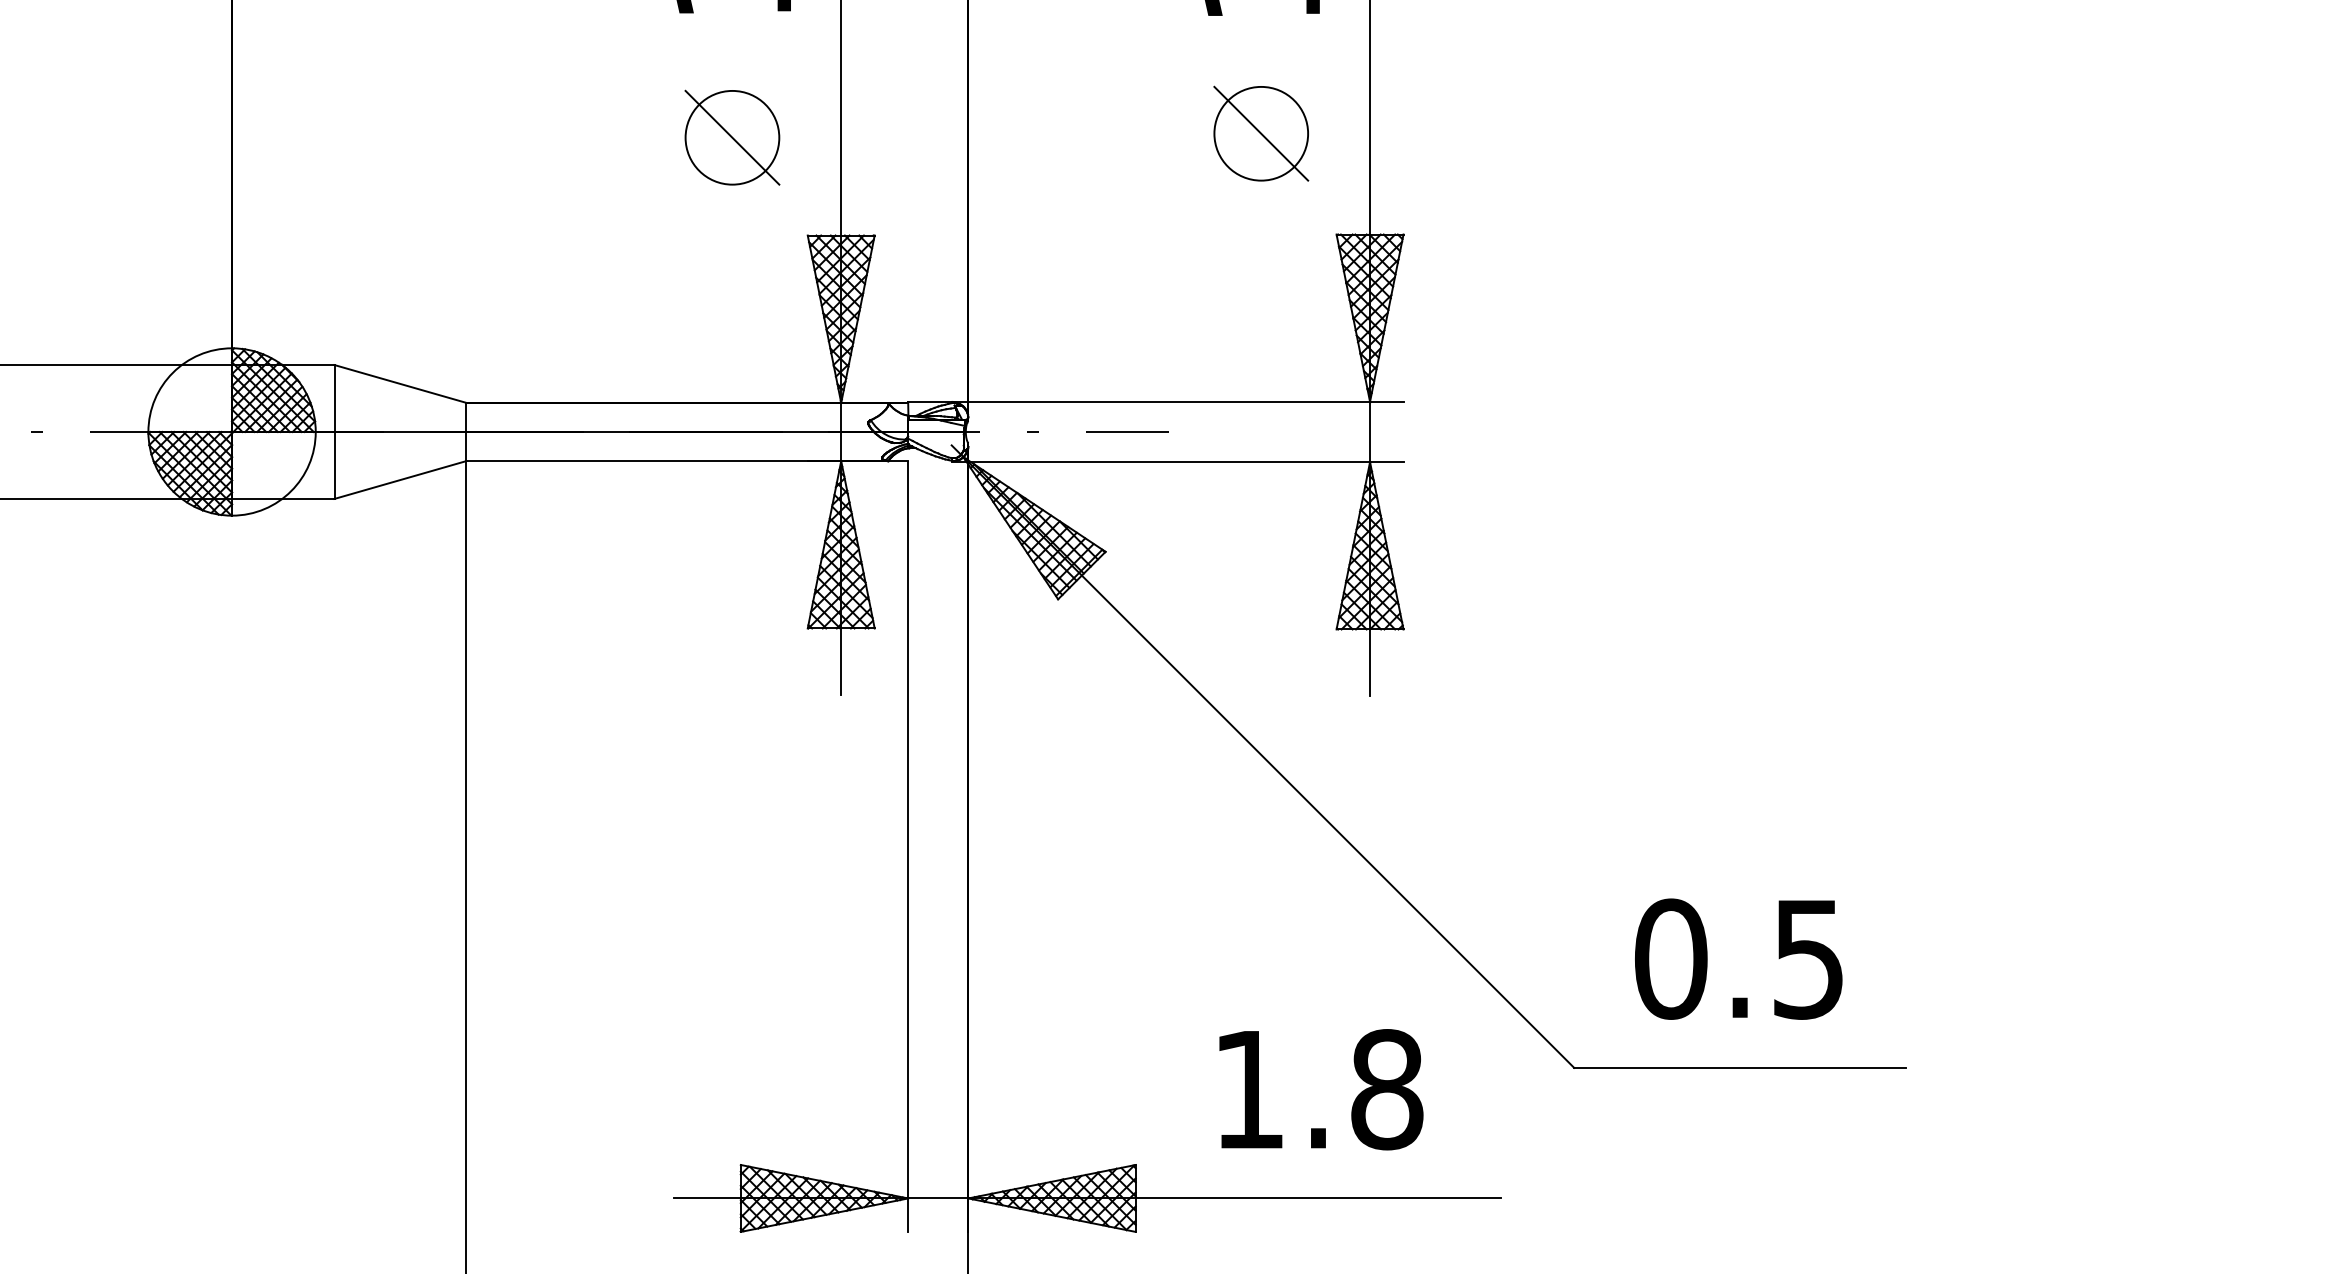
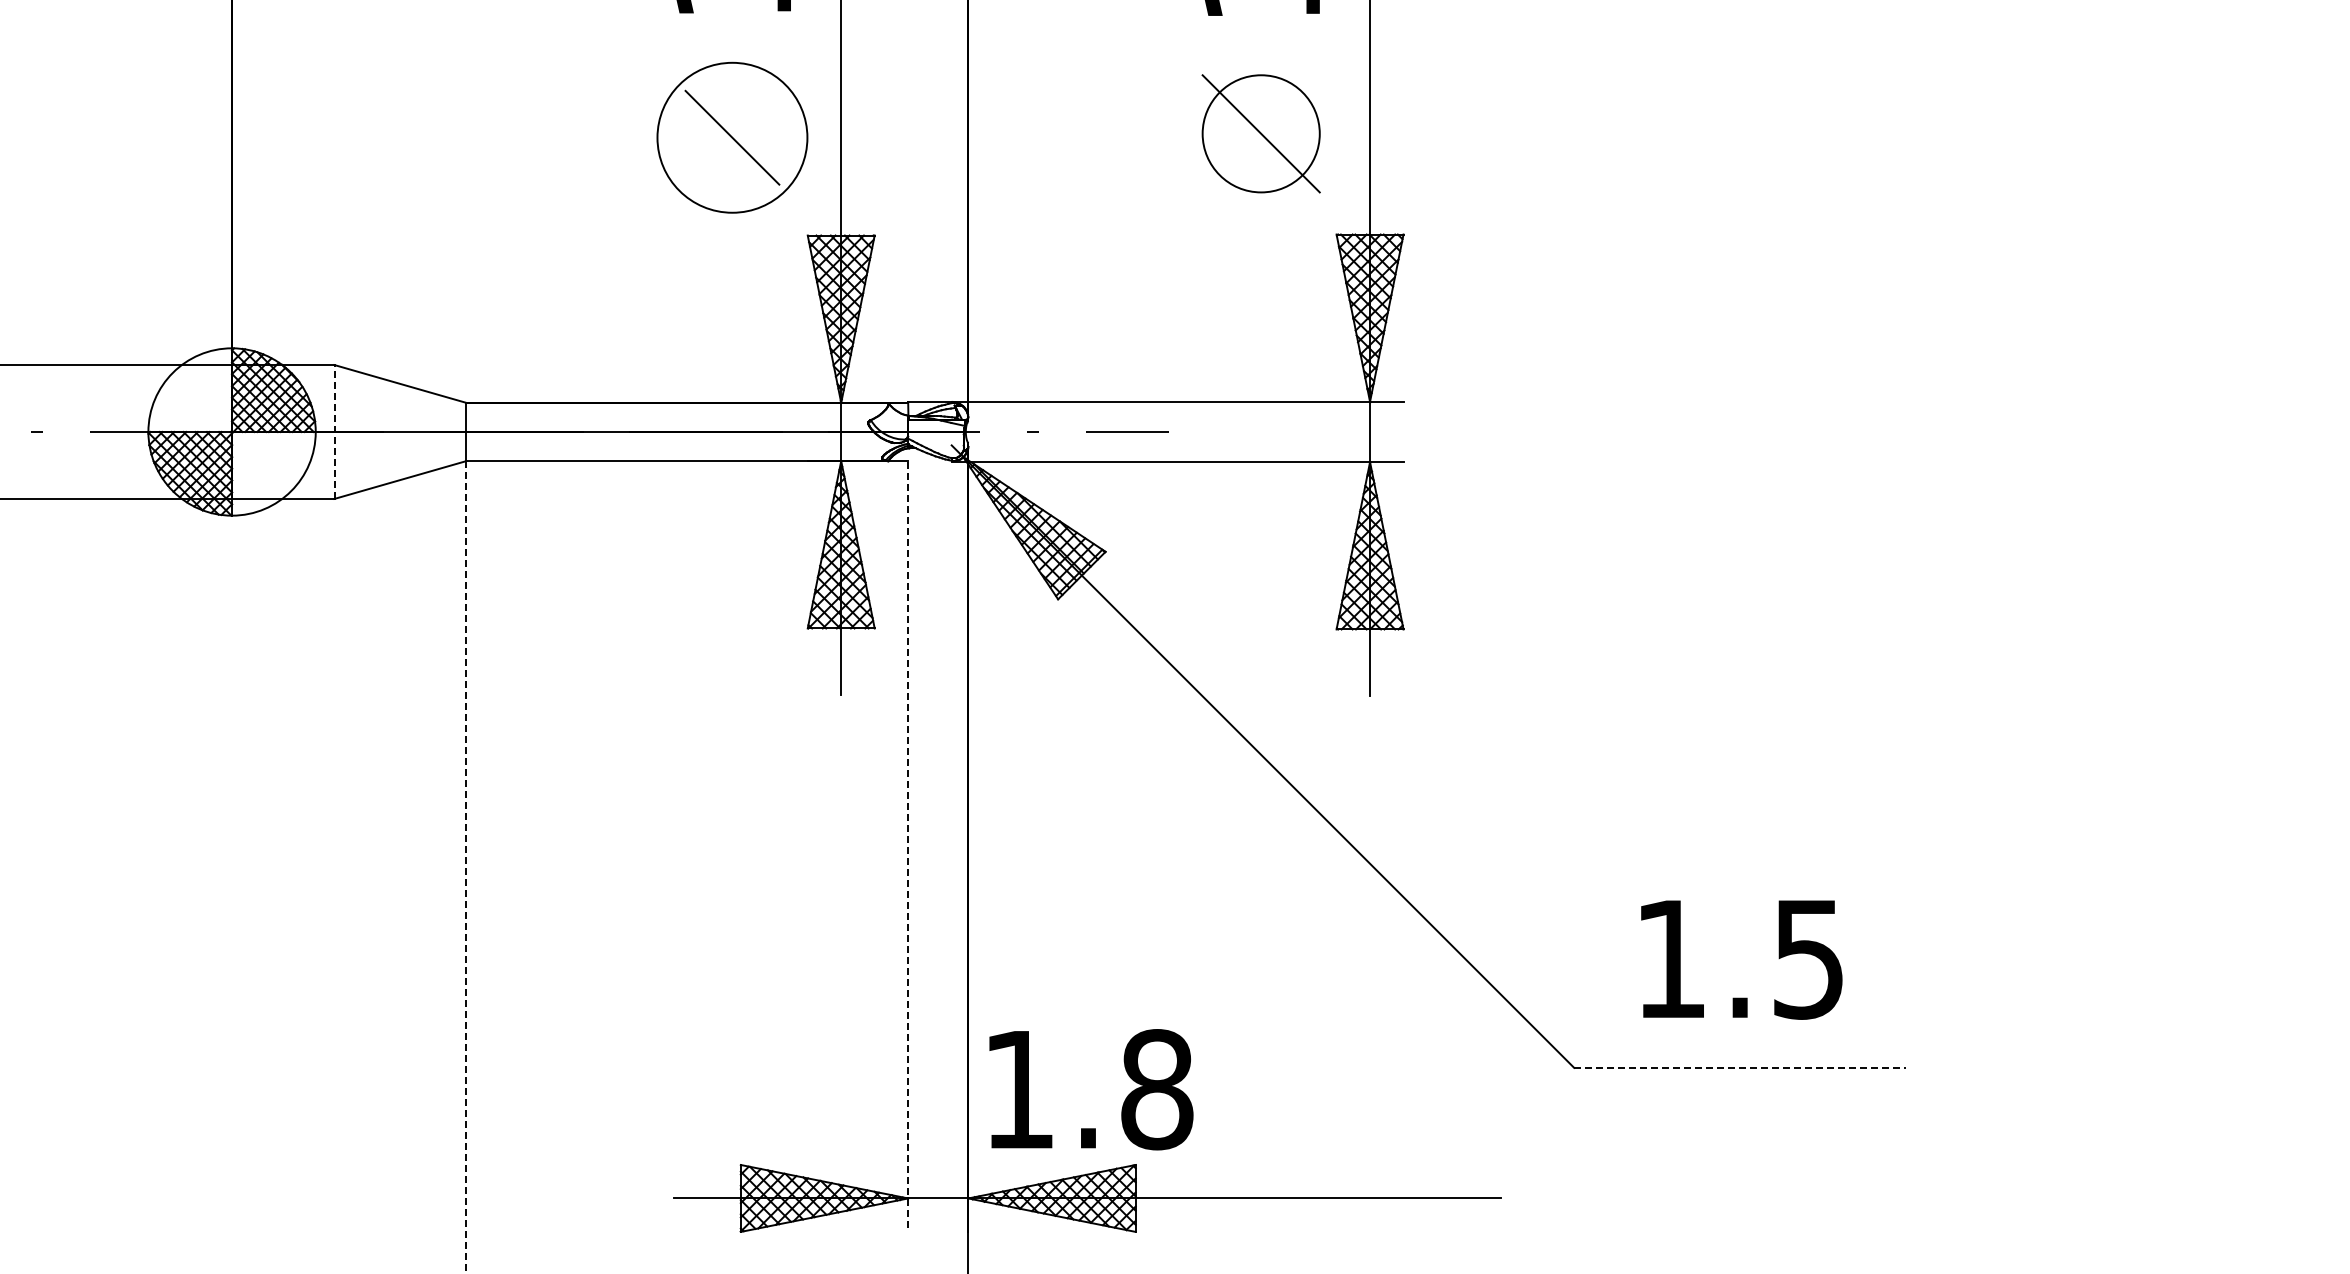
part at (1261, 133) size: 97x97 px -> 120x120 px
circle at (732, 137) diameter: 94 px -> 150 px
line at (334, 432): solid -> dashed
line at (908, 847): solid -> dashed
line at (466, 867): solid -> dashed
text at (1671, 958): 0.5 -> 1.5
line at (1740, 1067): solid -> dashed
text at (1321, 1089) position: (1321, 1089) -> (1091, 1089)
